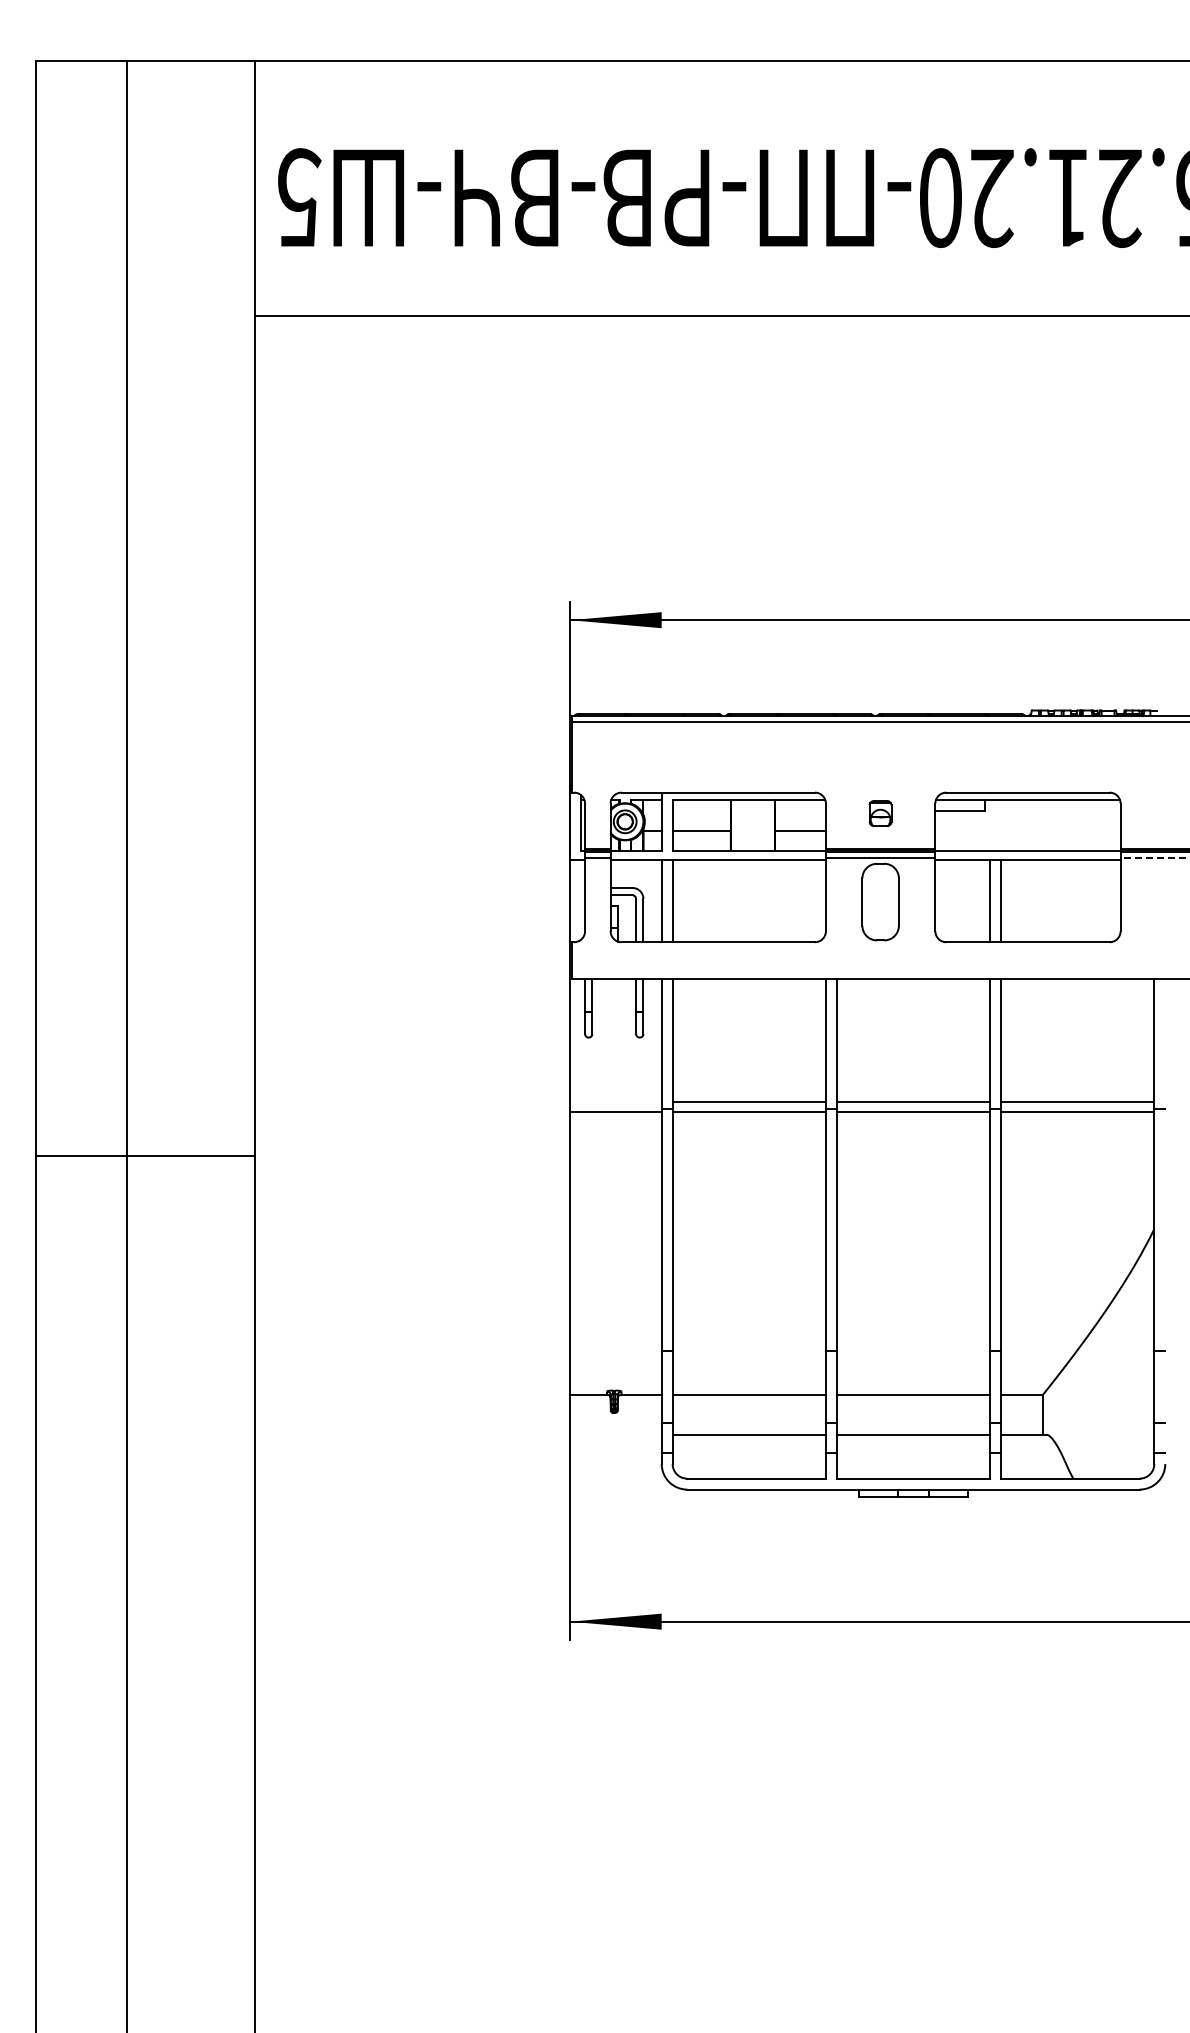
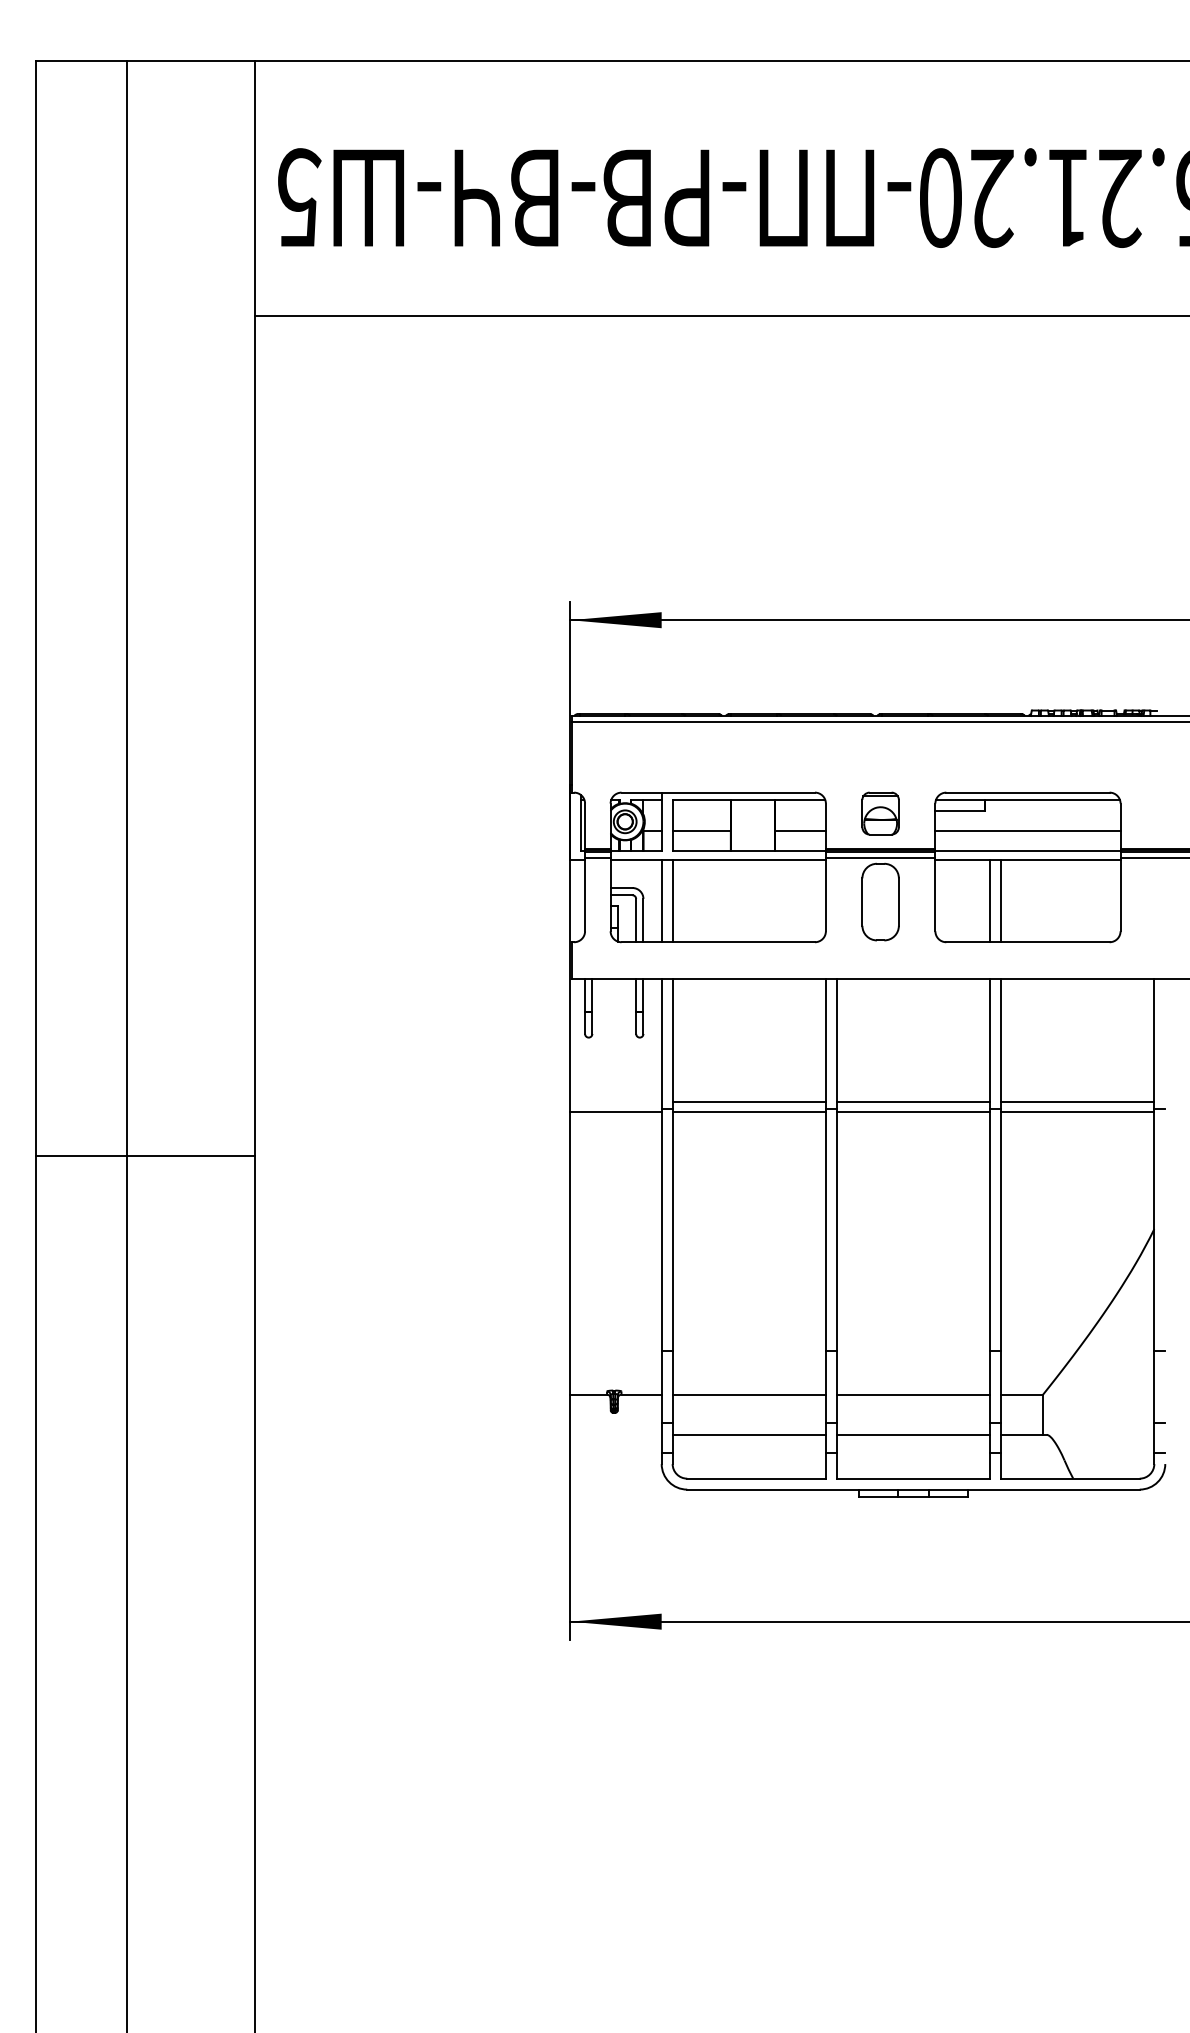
part at (880, 813) size: 25x27 px -> 39x45 px
line at (1027, 830): none -> present
line at (1154, 858): dashed -> solid
